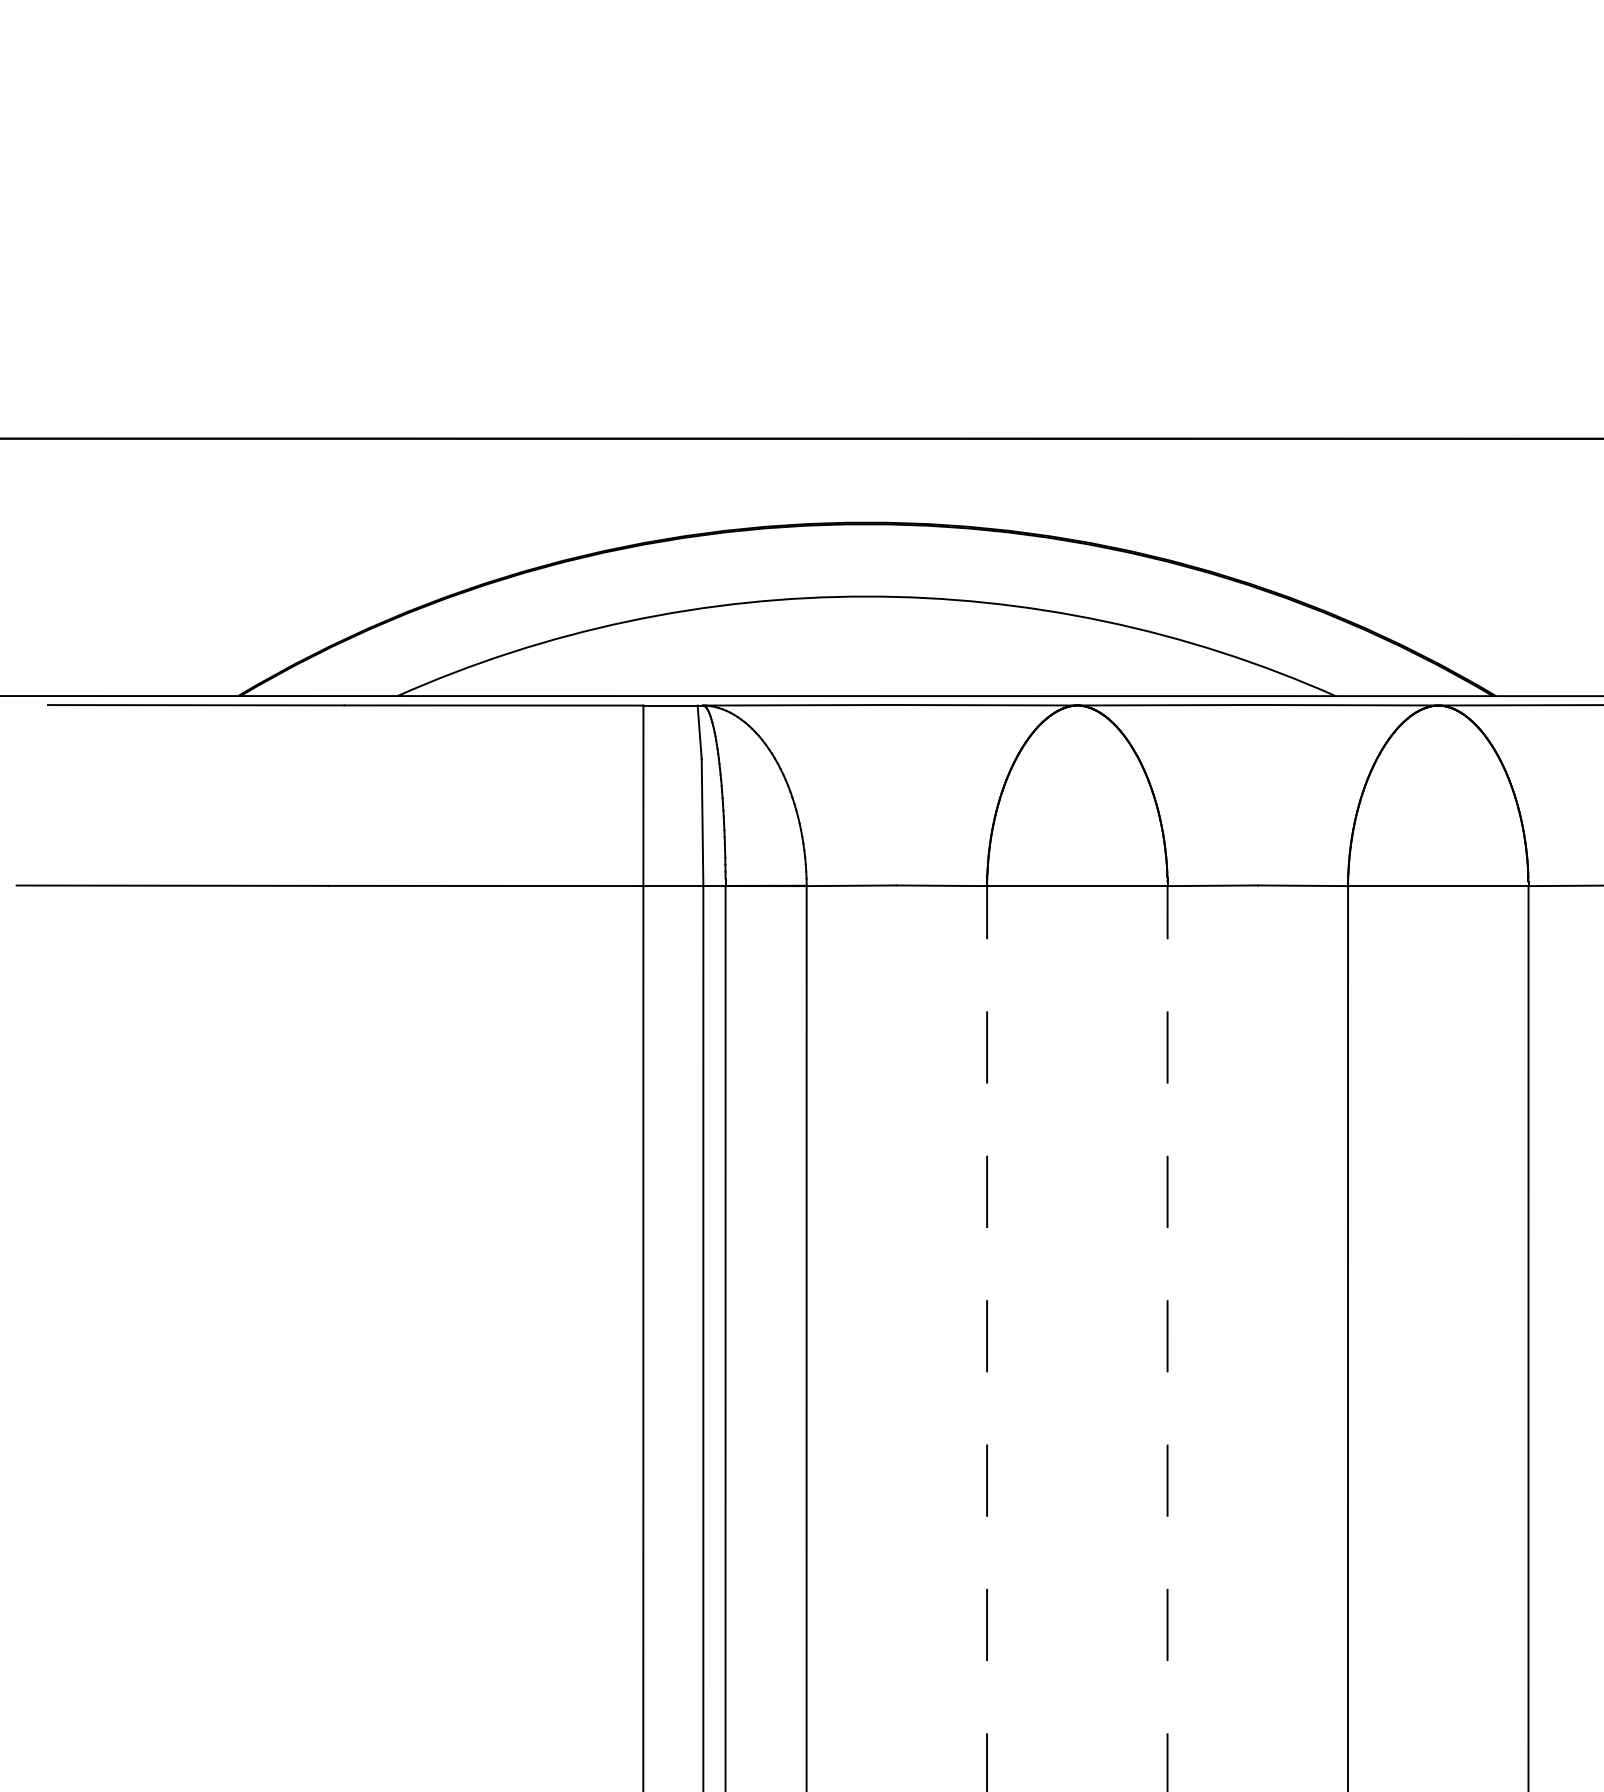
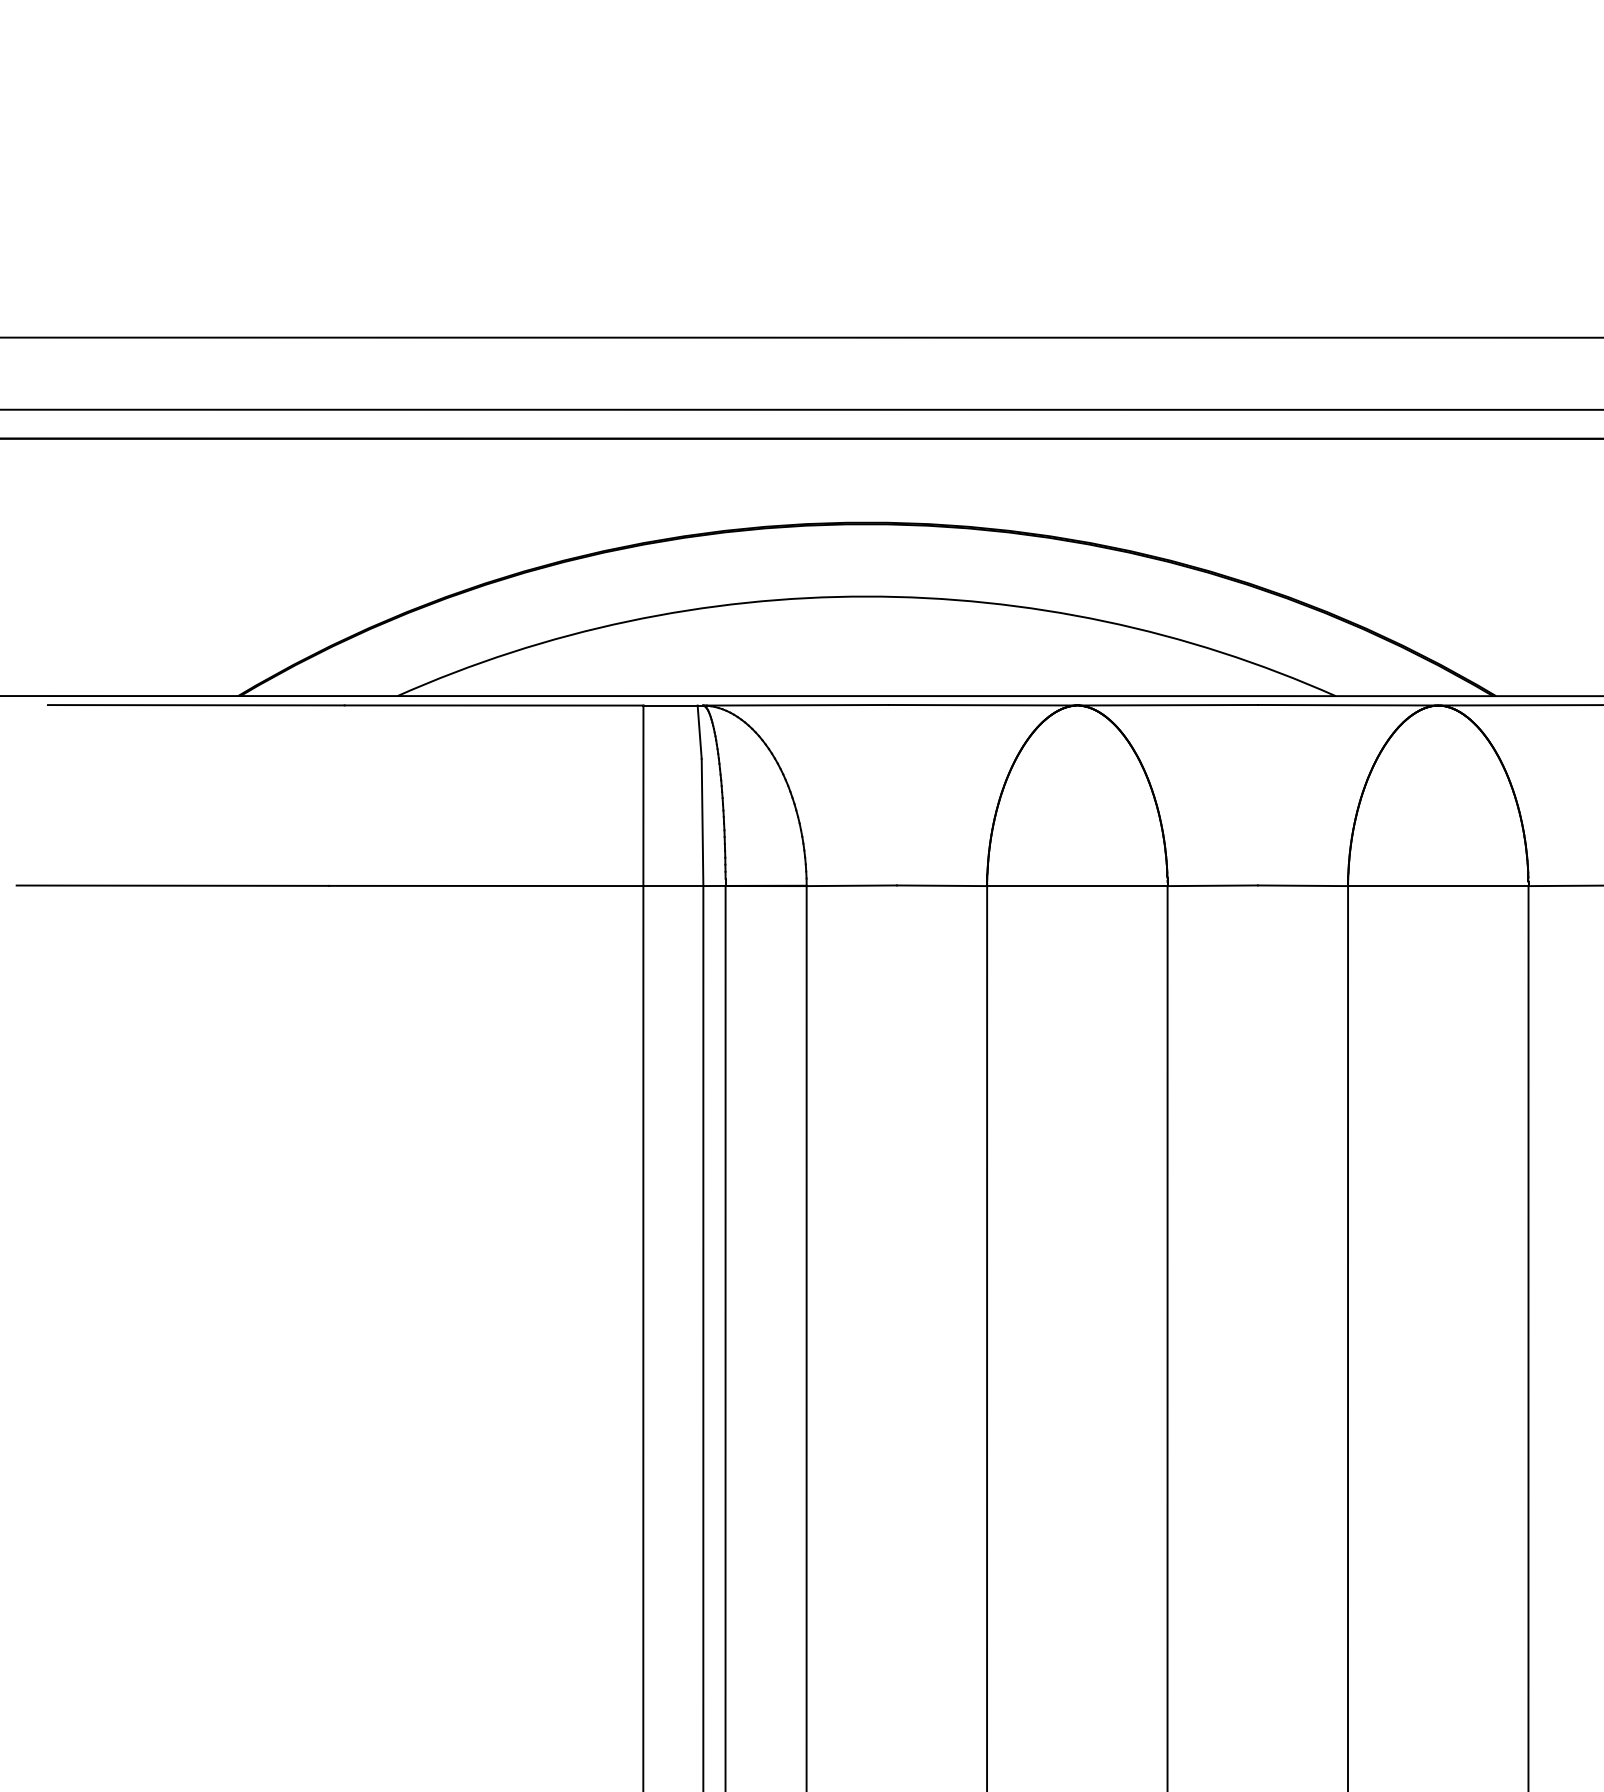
line at (801, 337): none -> present
line at (801, 409): none -> present
line at (987, 1339): dashed -> solid
line at (1167, 1339): dashed -> solid
